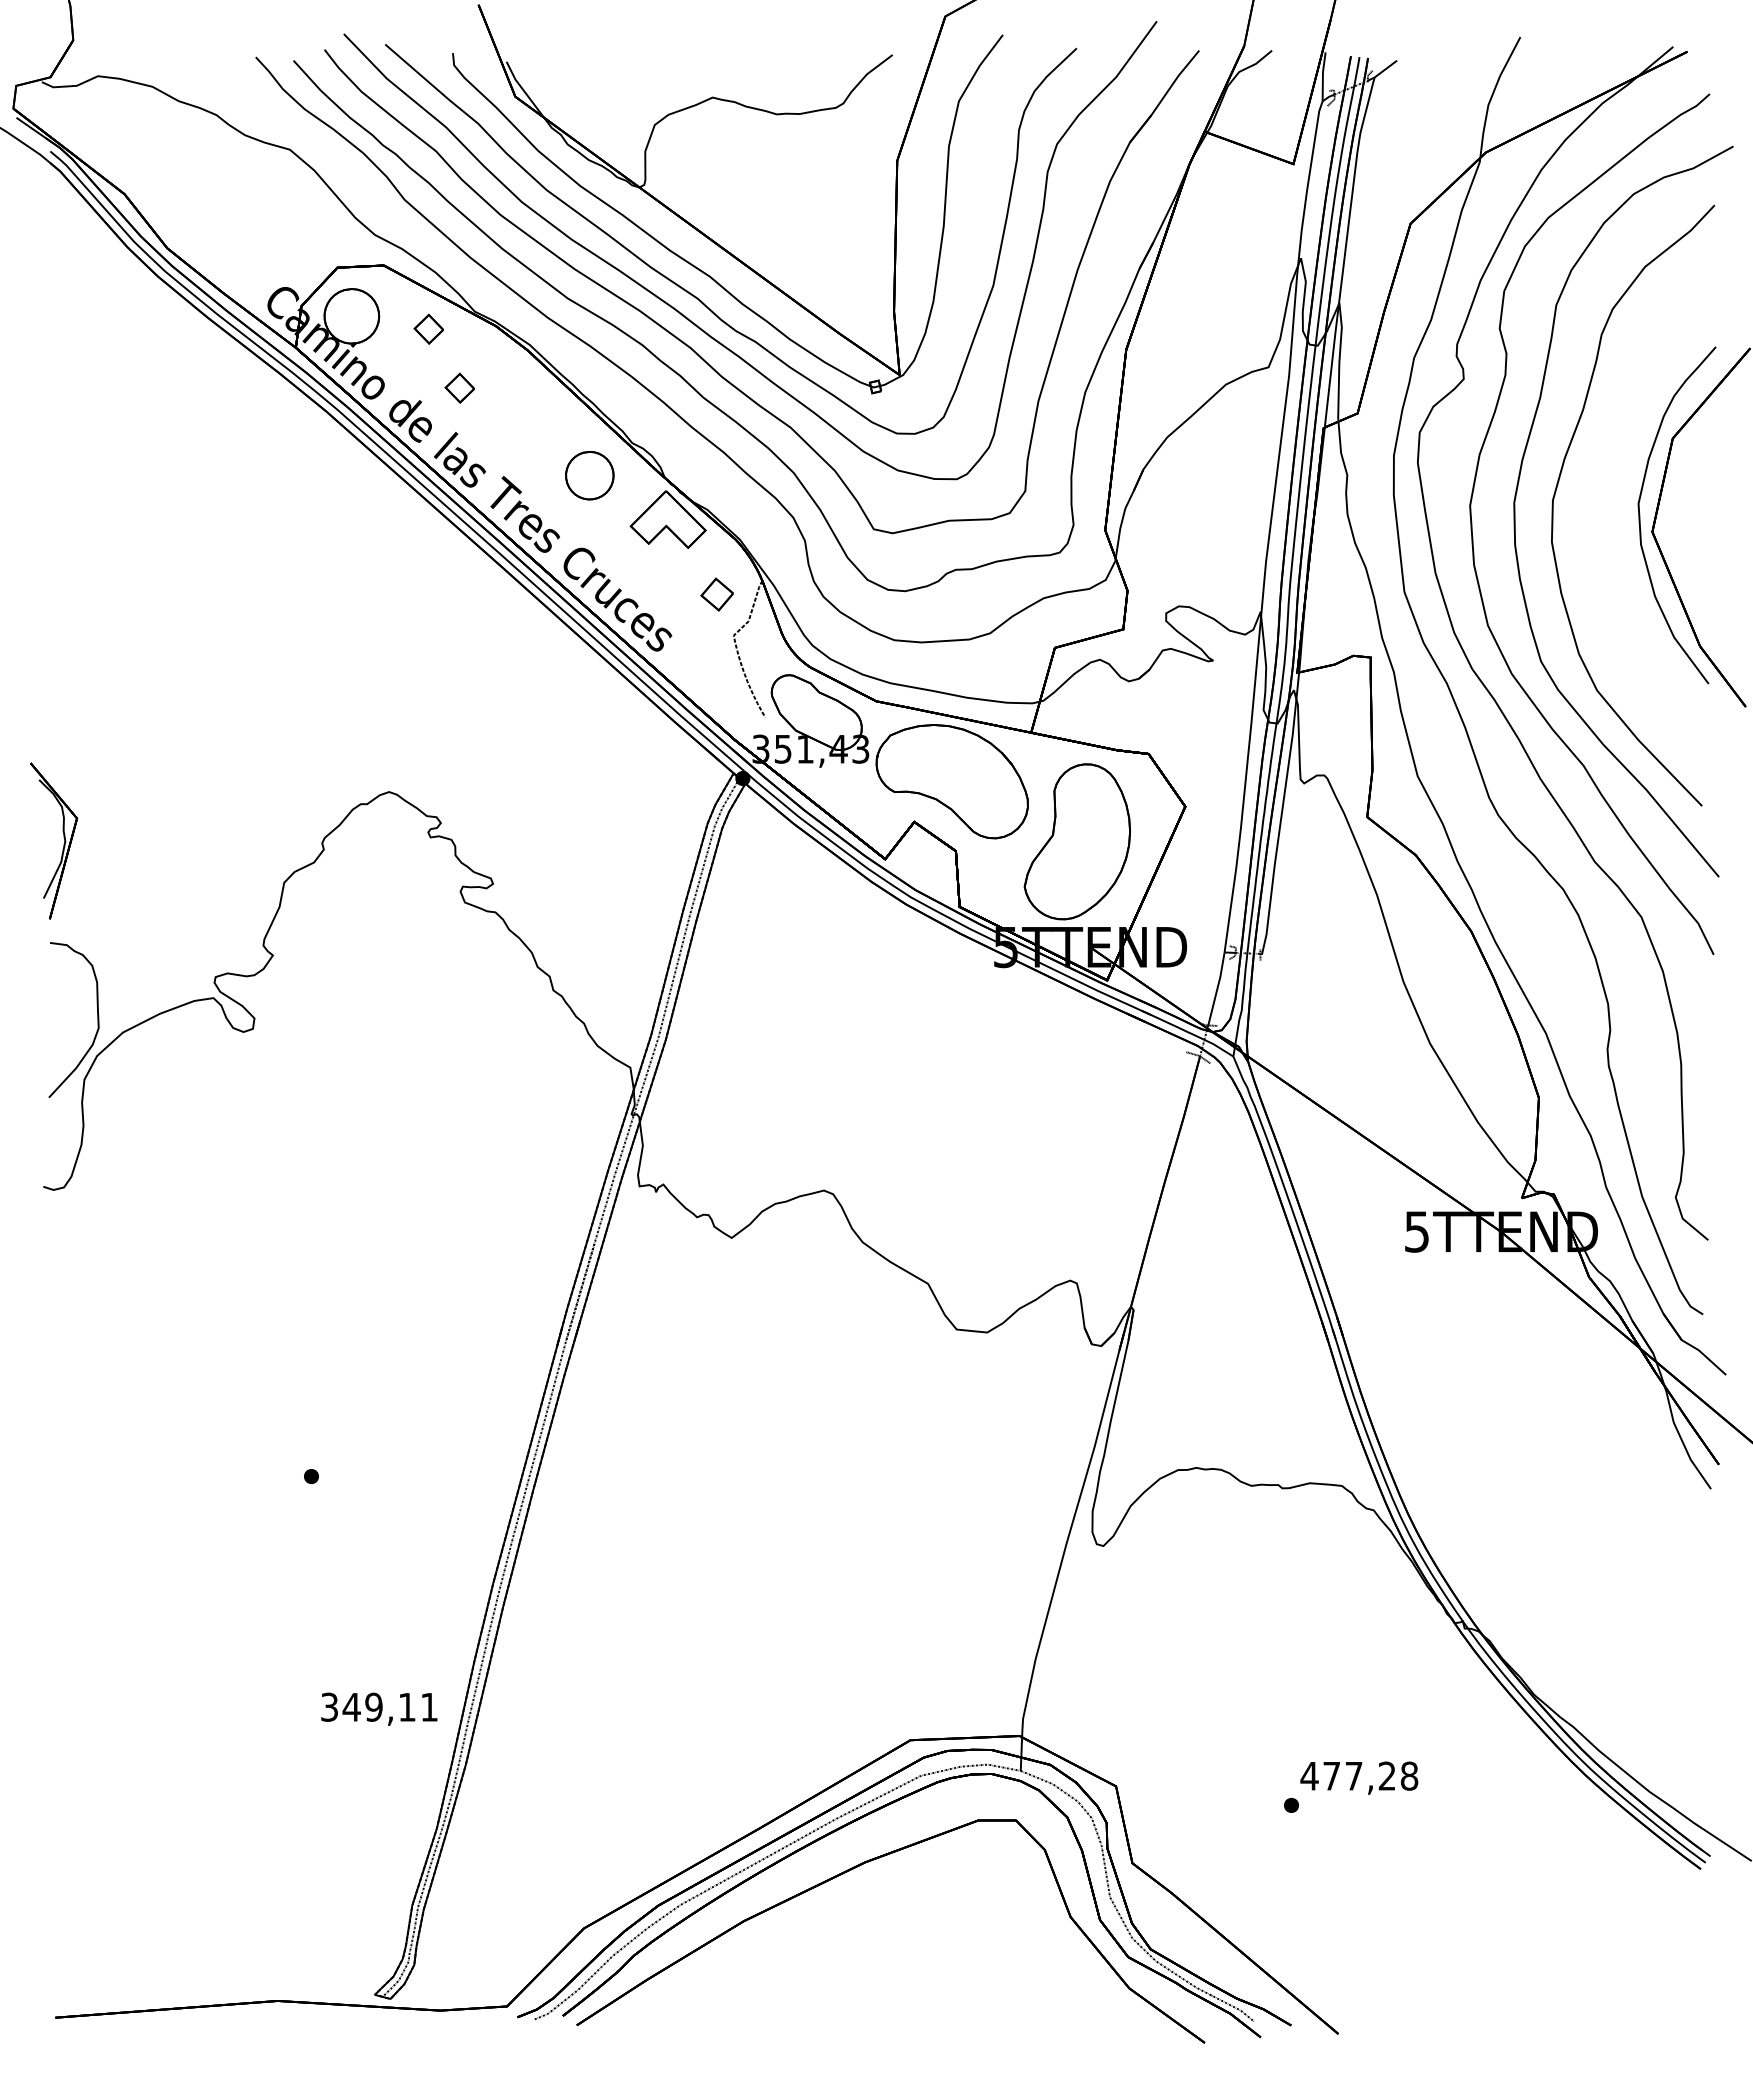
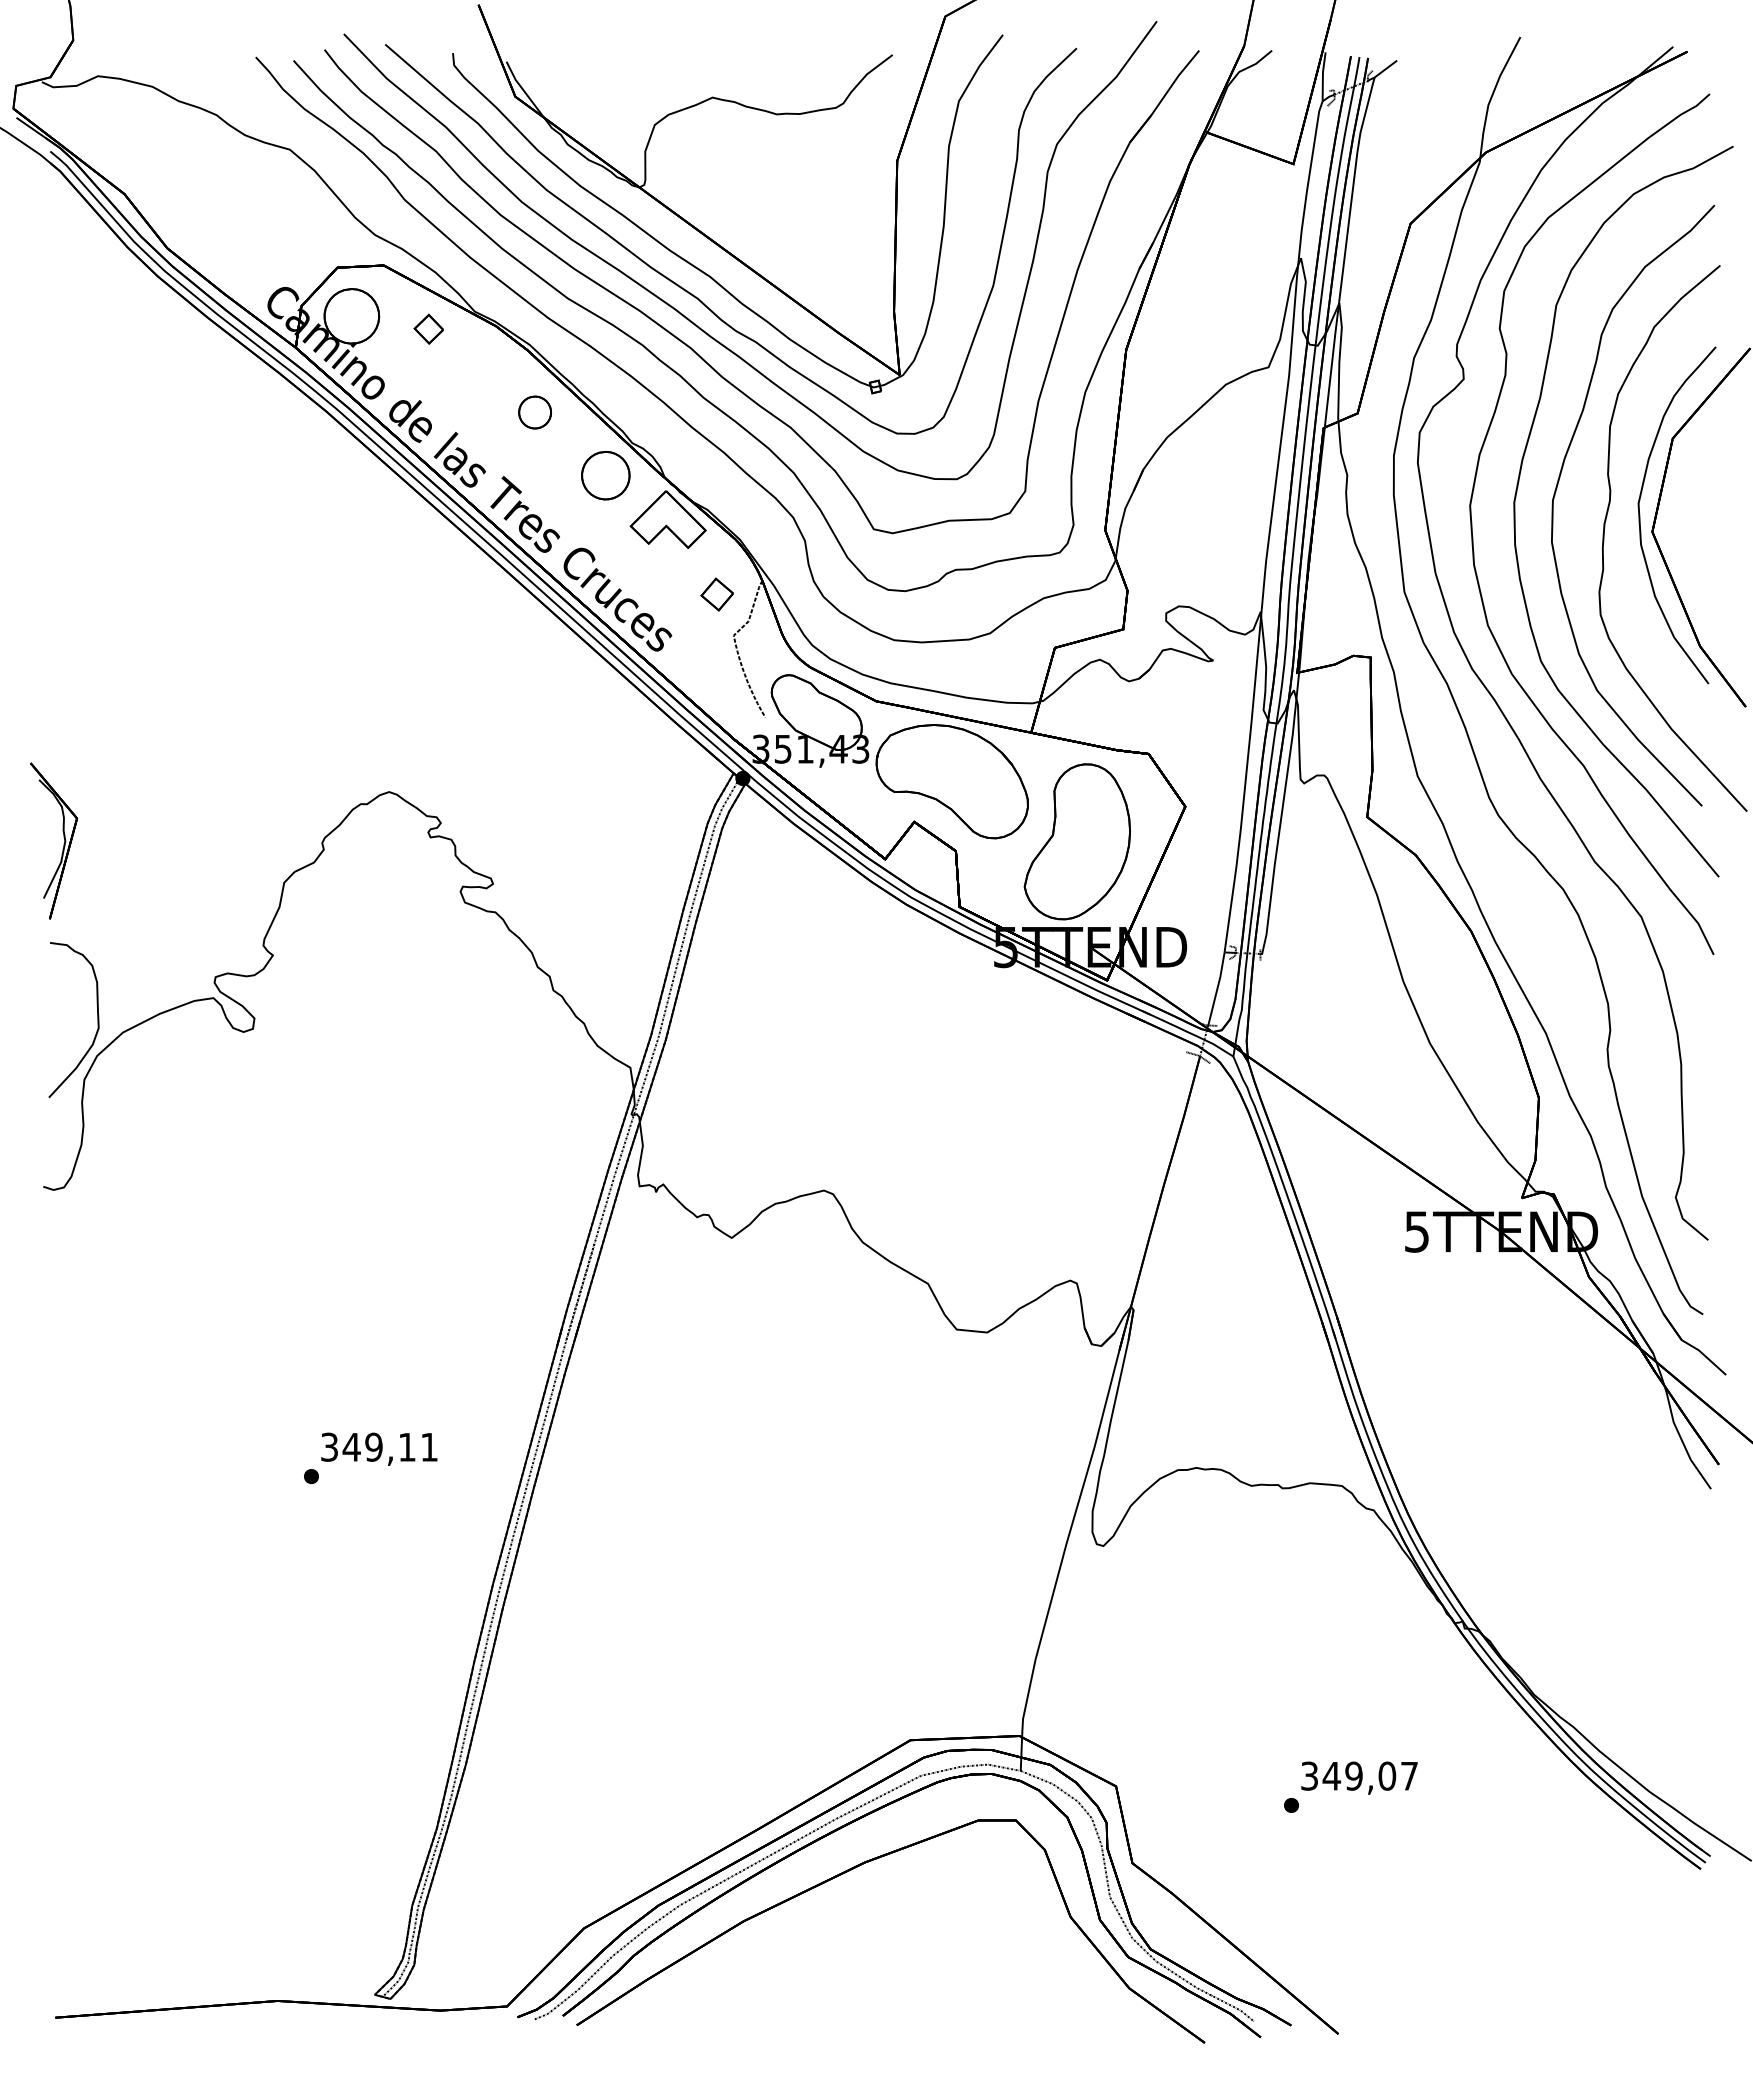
part at (459, 387): present -> none
part at (534, 412): none -> present
part at (589, 475) position: (589, 475) -> (605, 475)
curve at (1605, 528): none -> present
text at (379, 1708) position: (379, 1708) -> (379, 1448)
text at (1359, 1775): 477,28 -> 349,07
